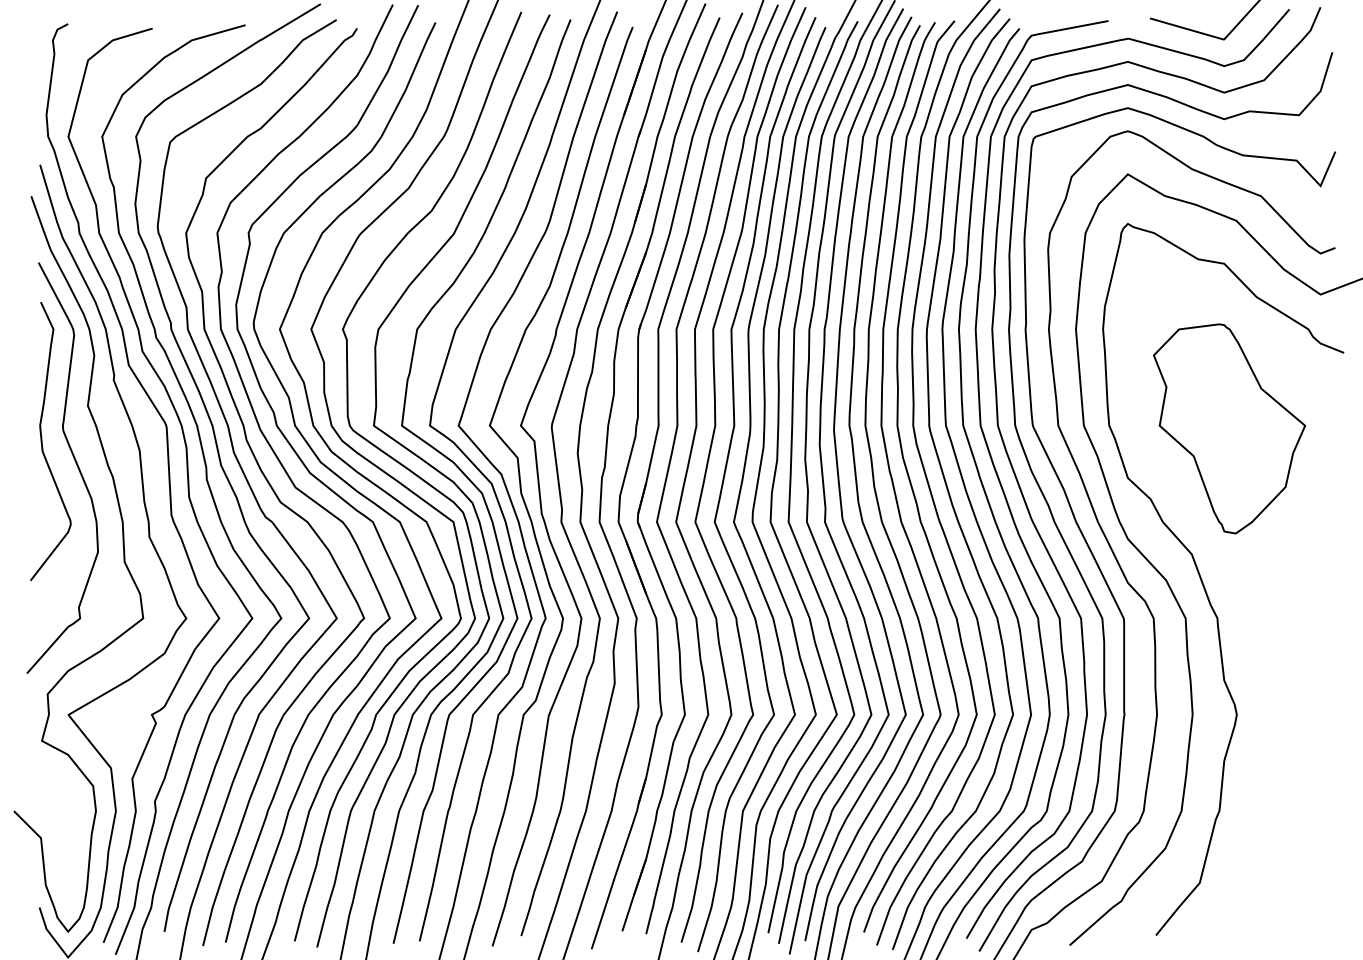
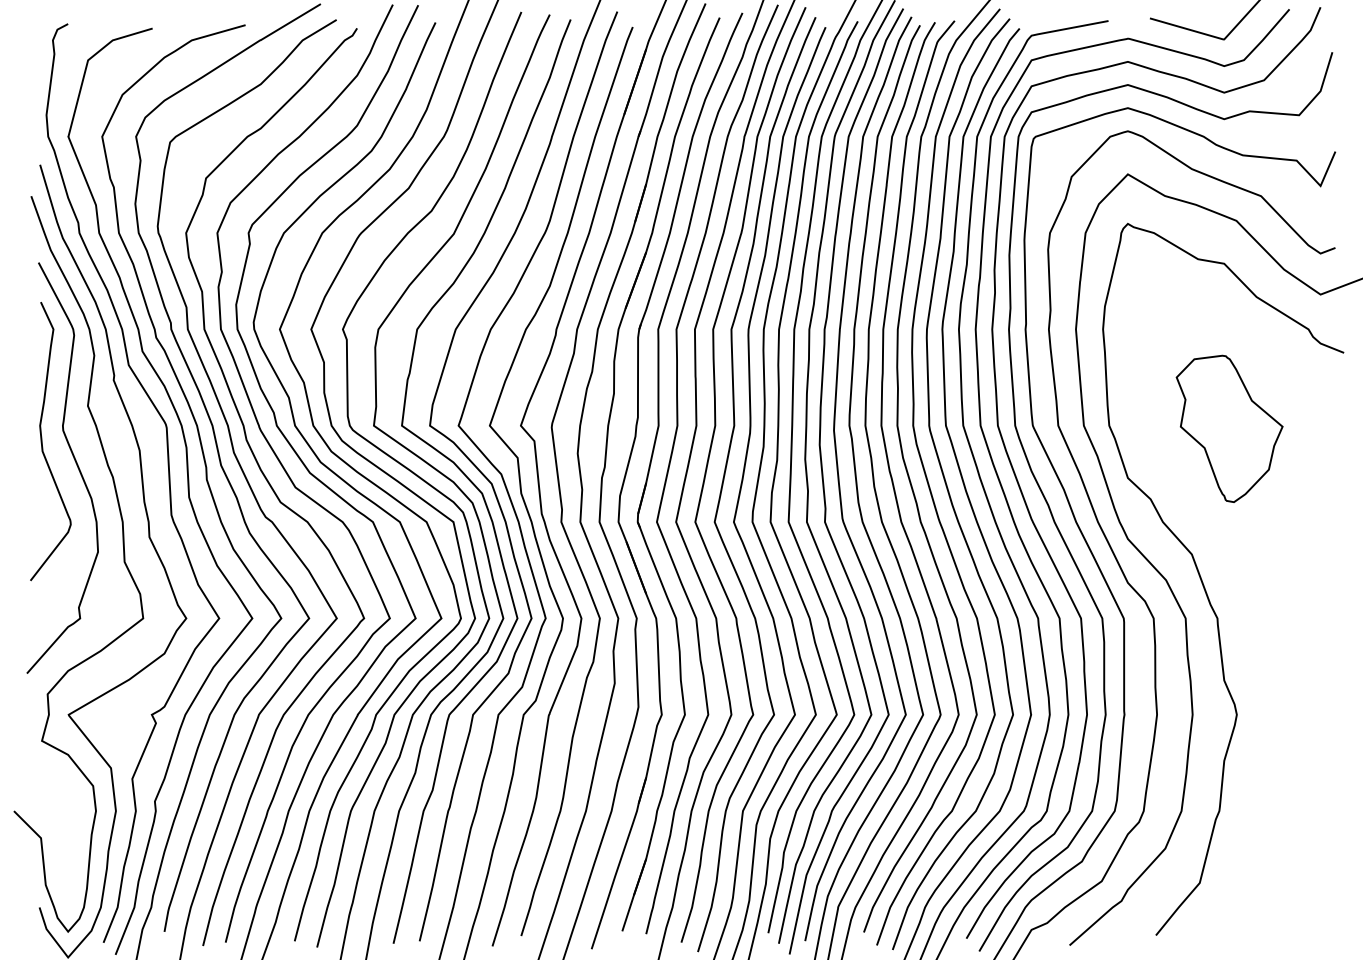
part at (1229, 428) size: 154x212 px -> 109x149 px
